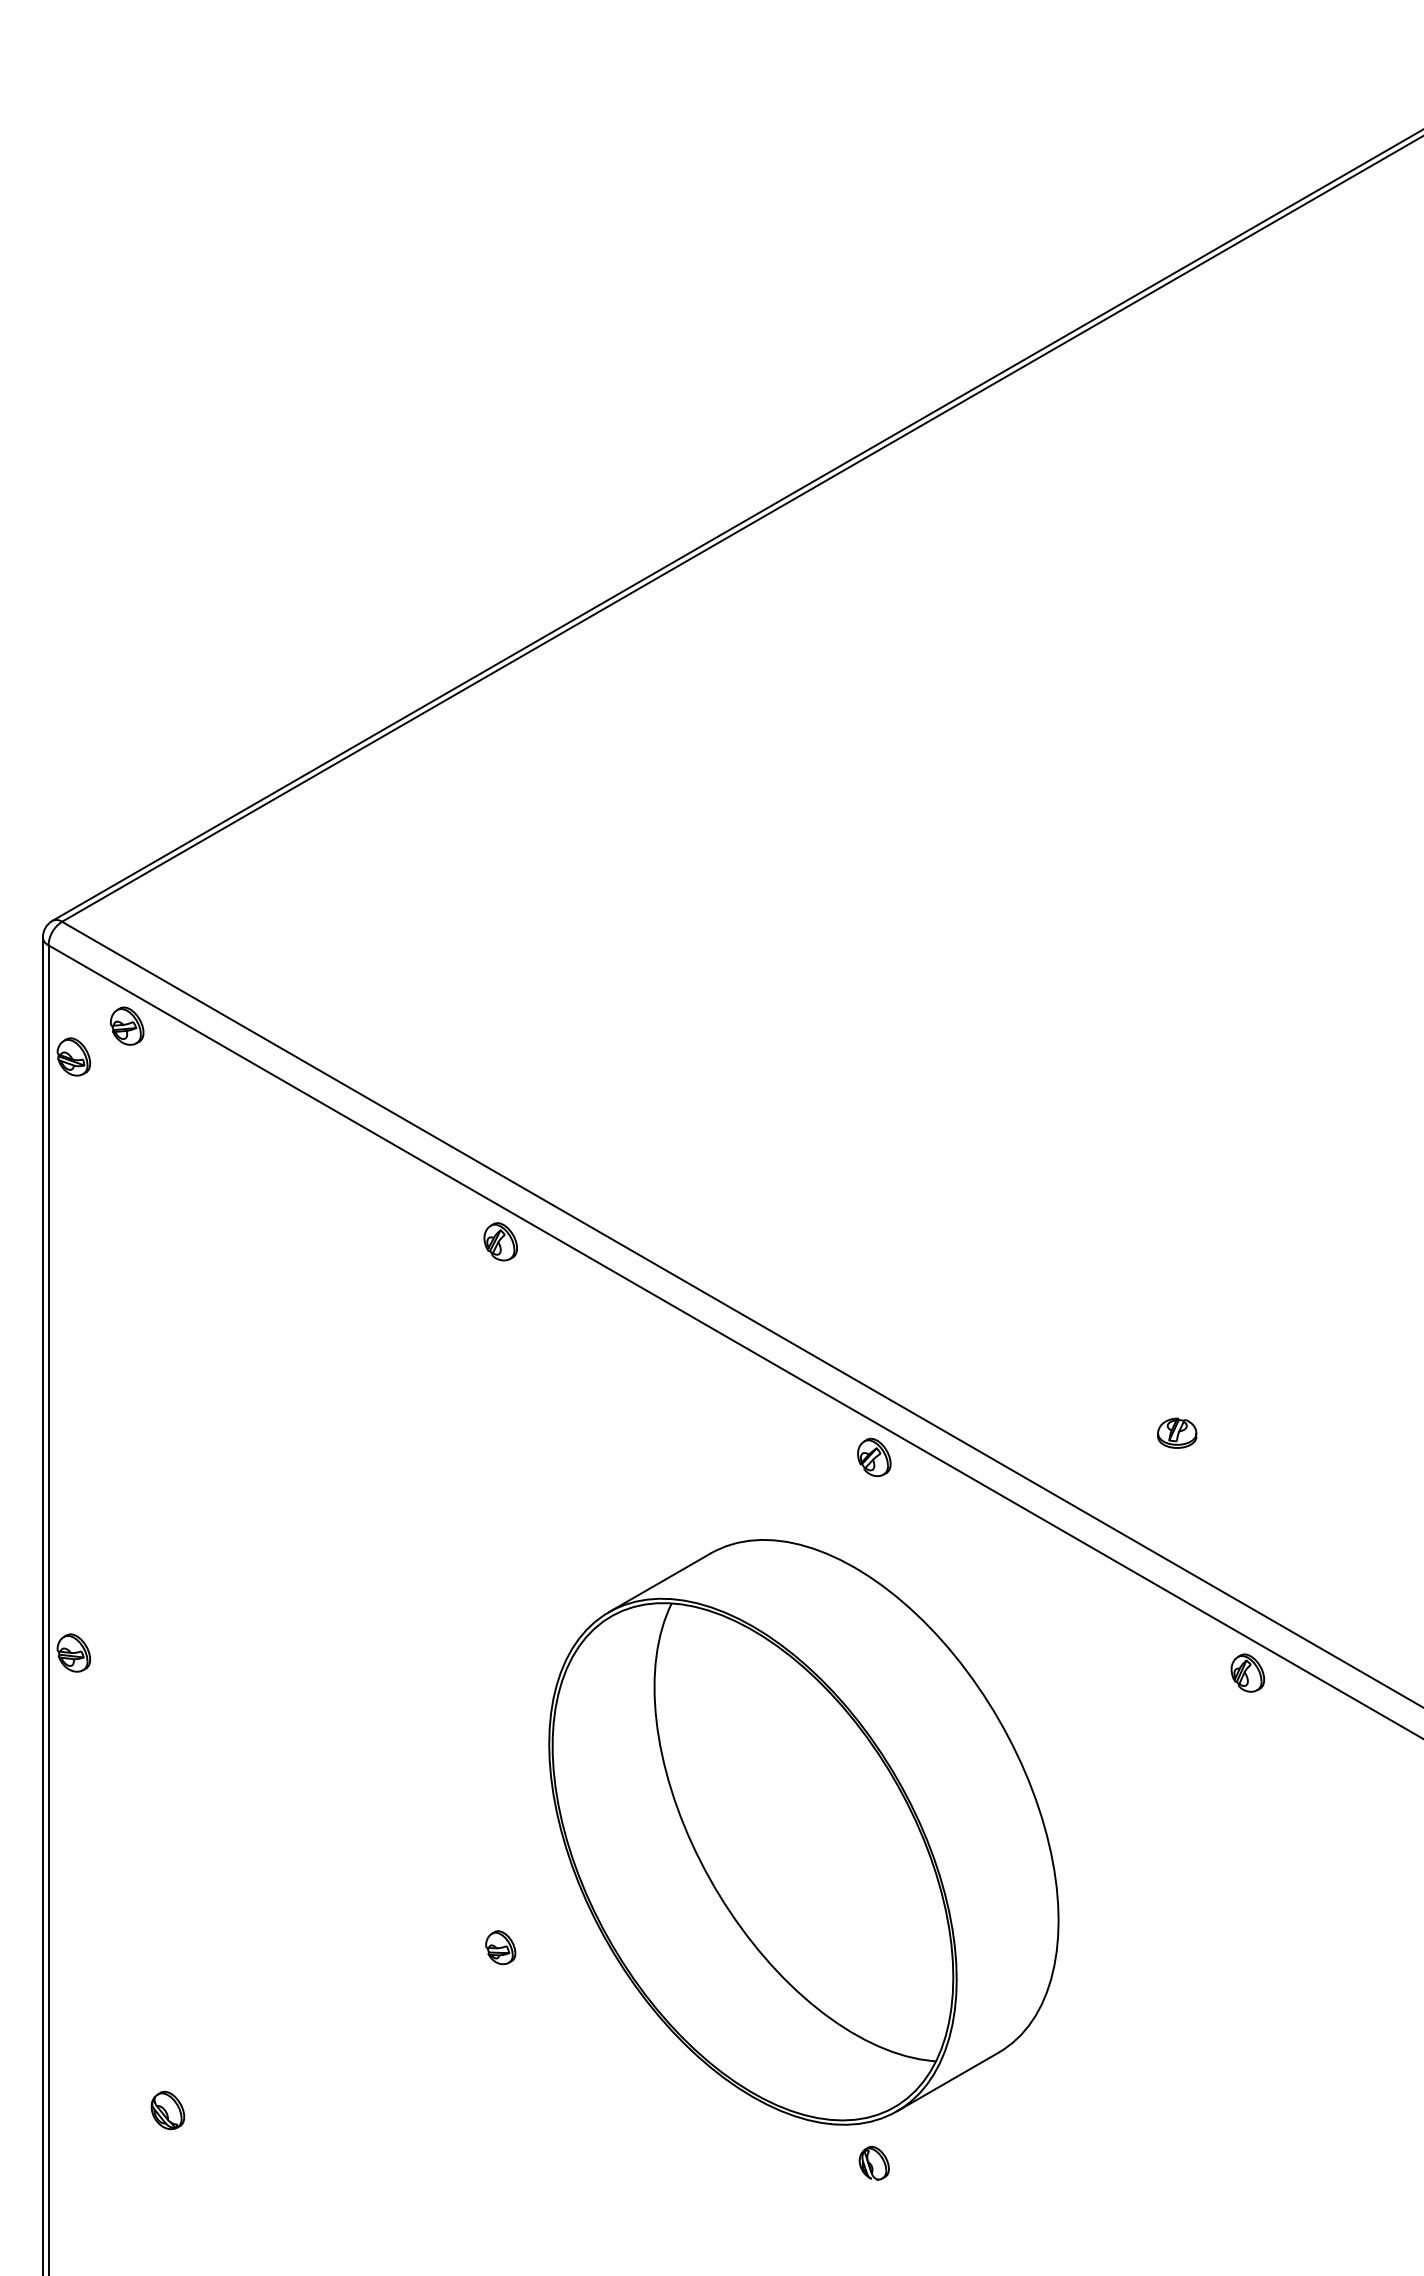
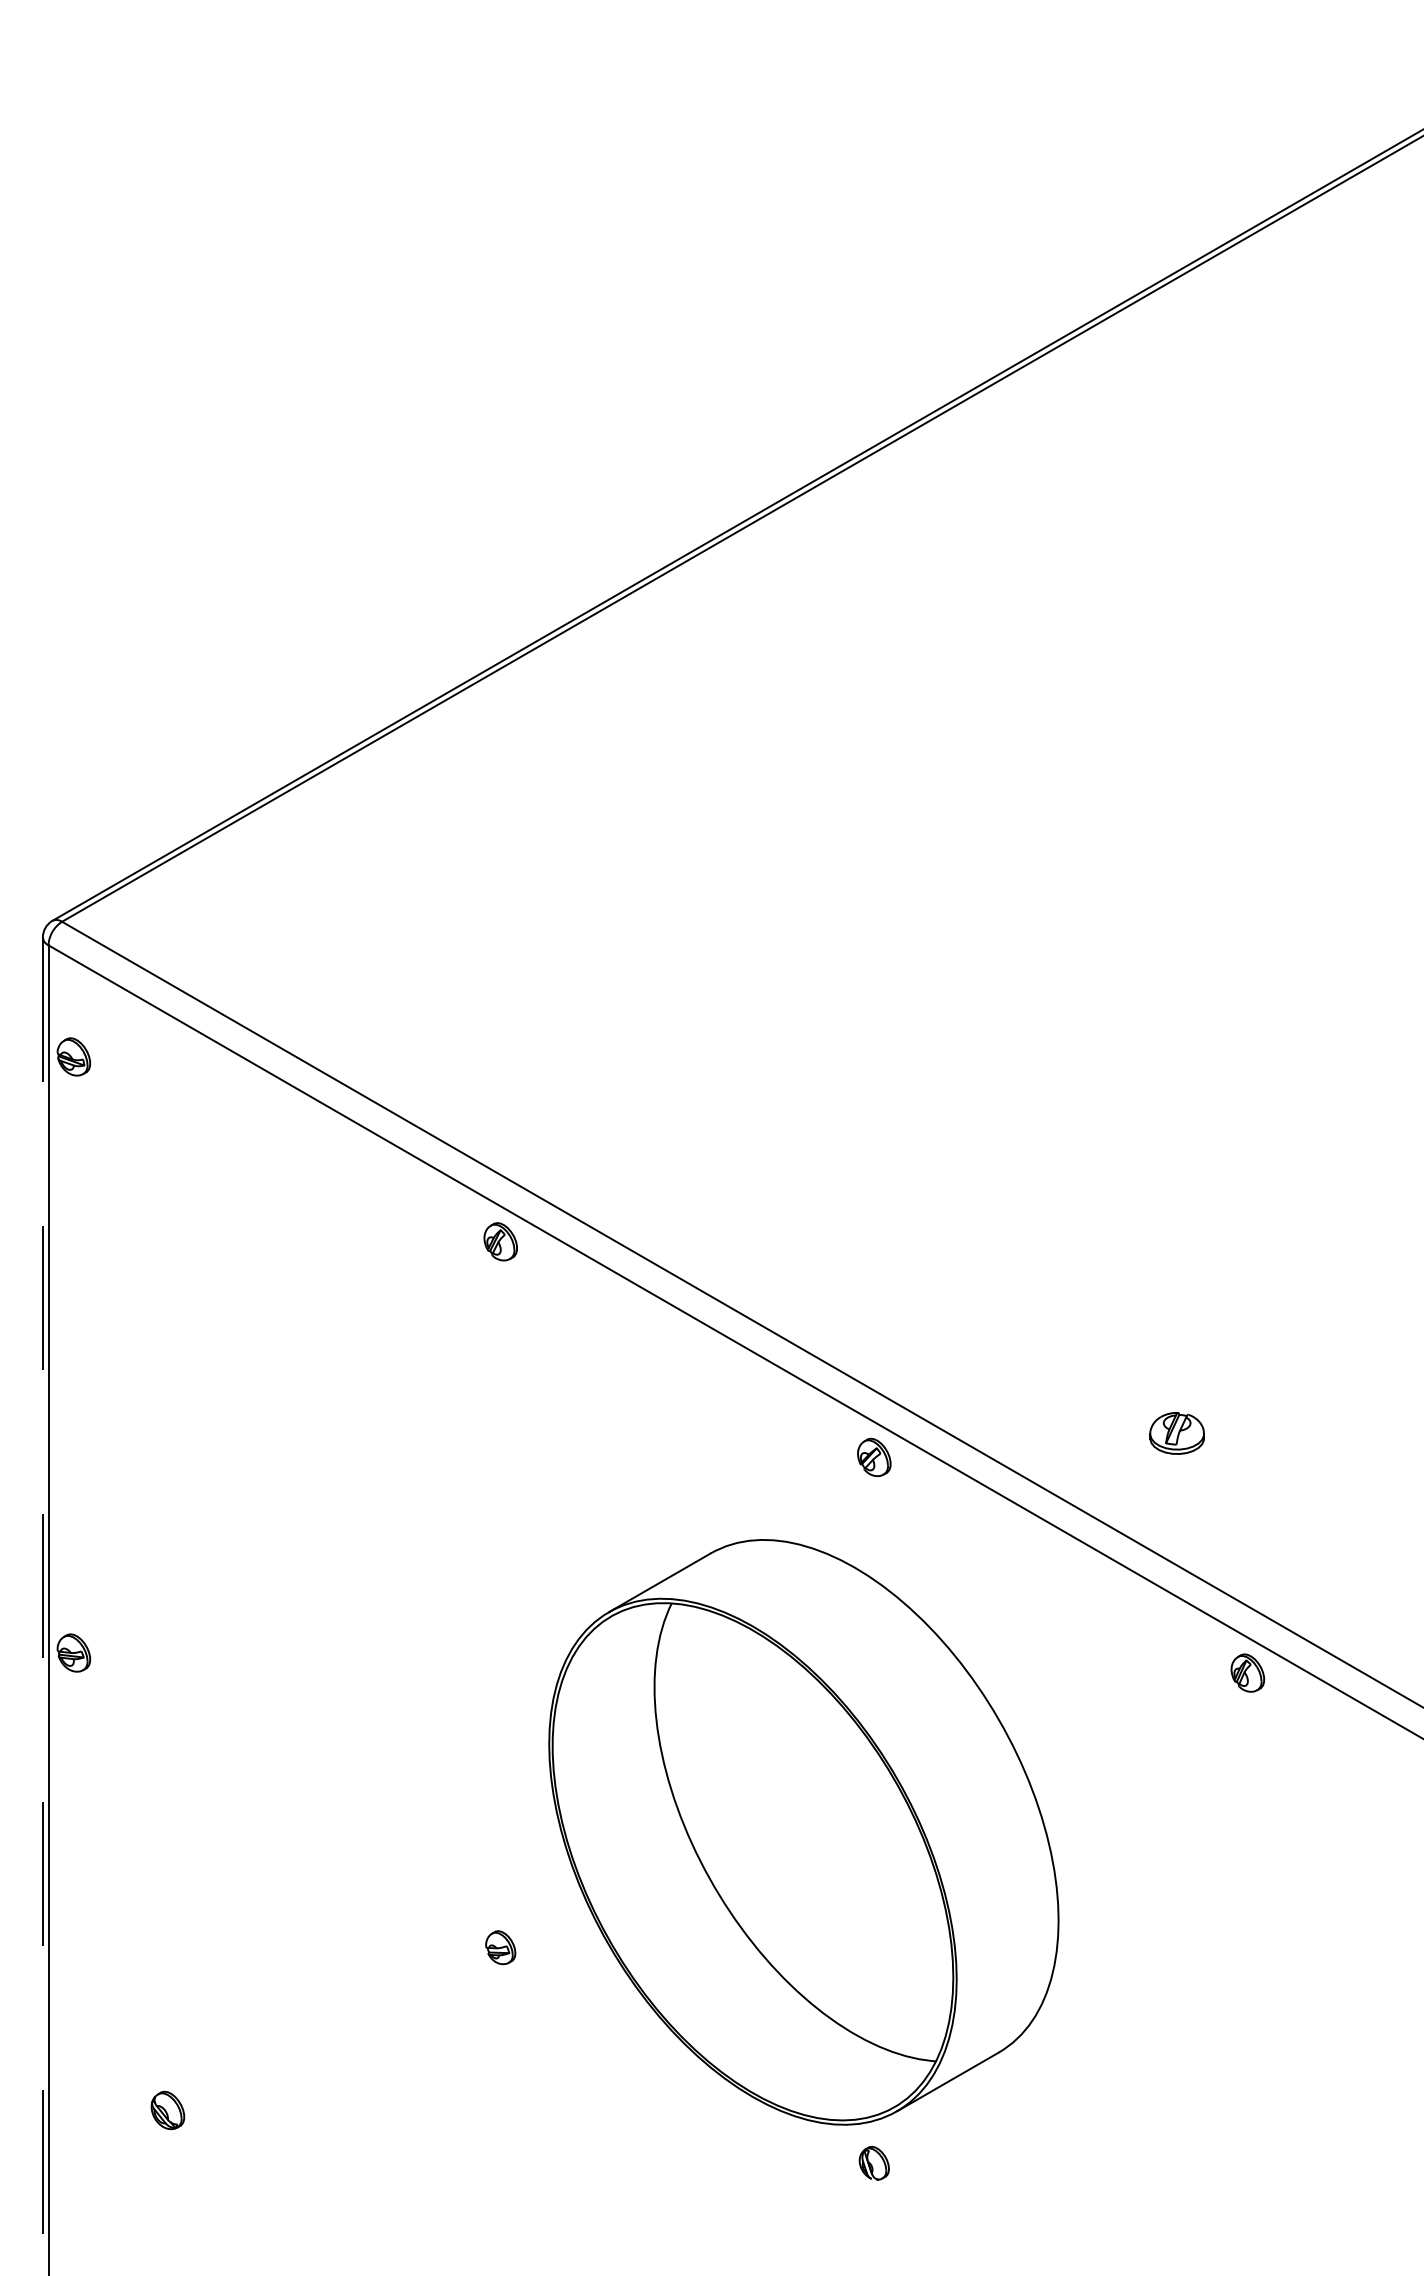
part at (126, 1025): present -> none
part at (1177, 1432) size: 41x32 px -> 56x43 px
line at (42, 1606): solid -> dashed
